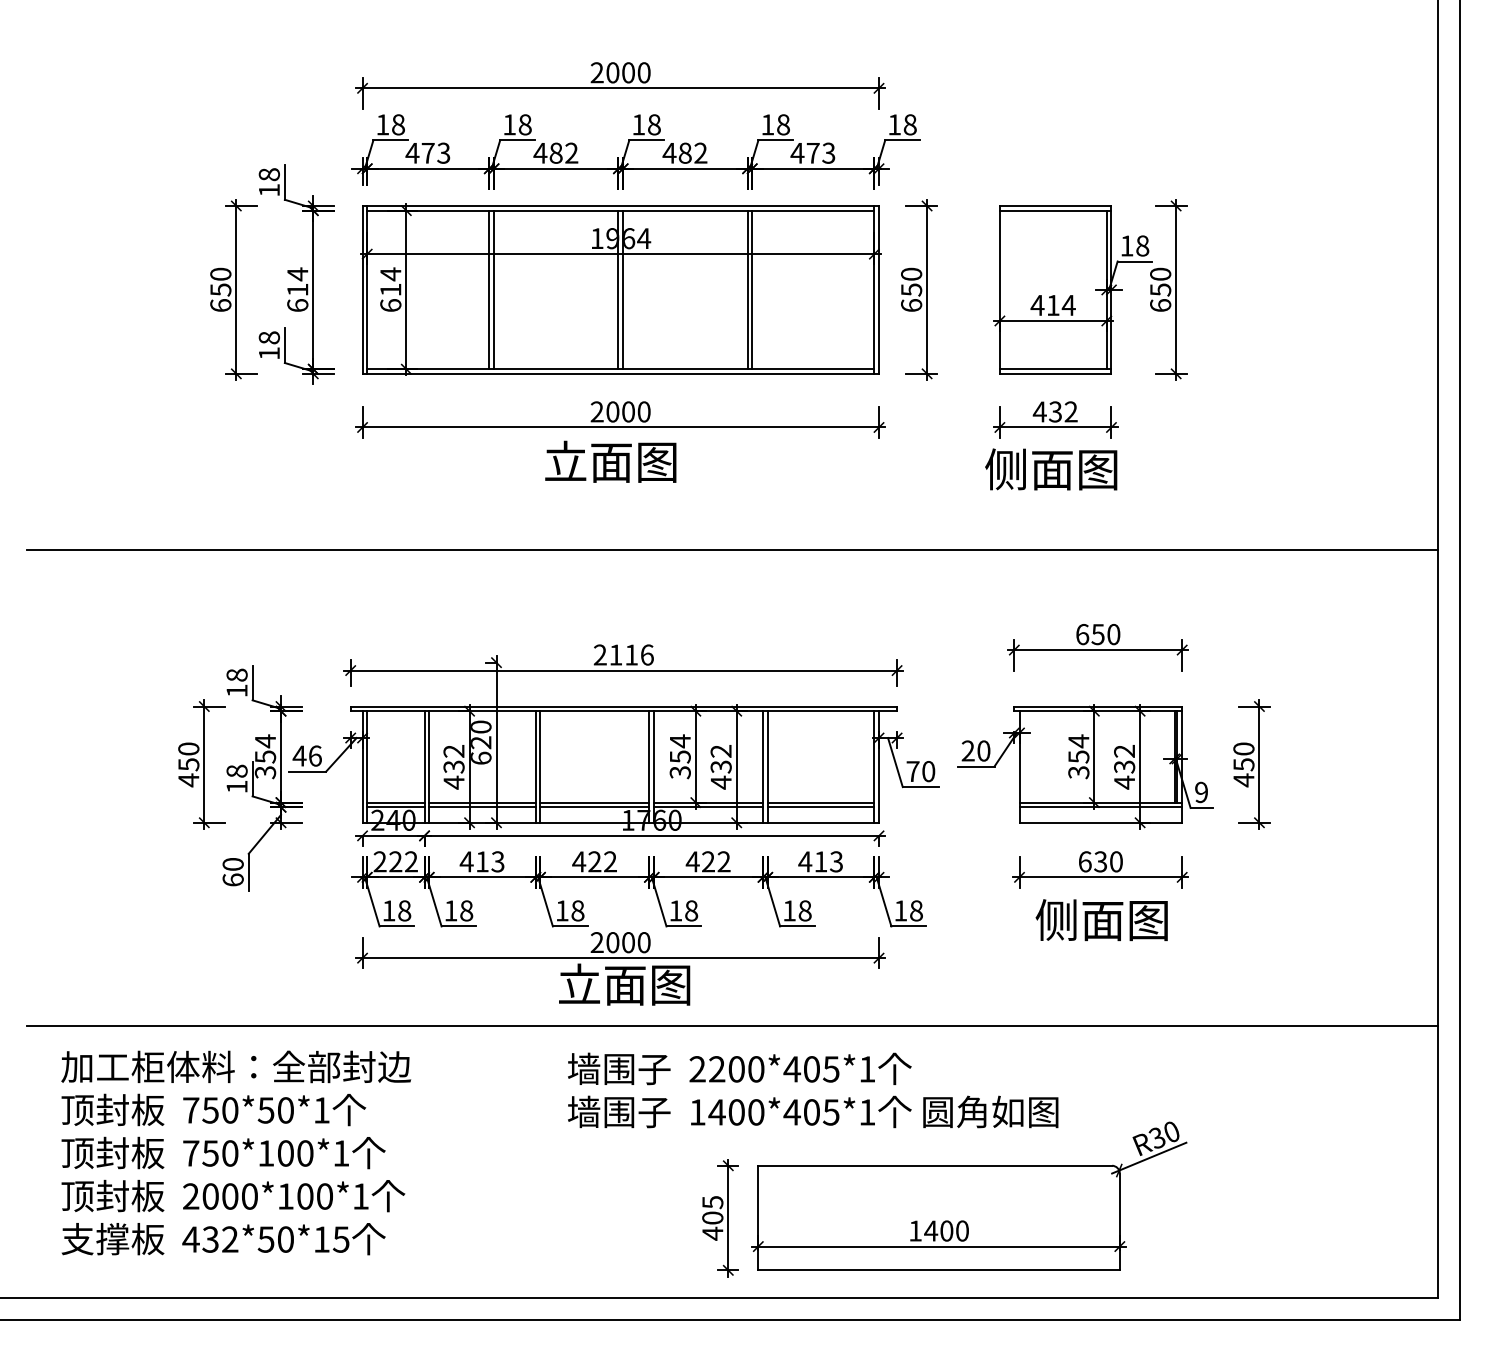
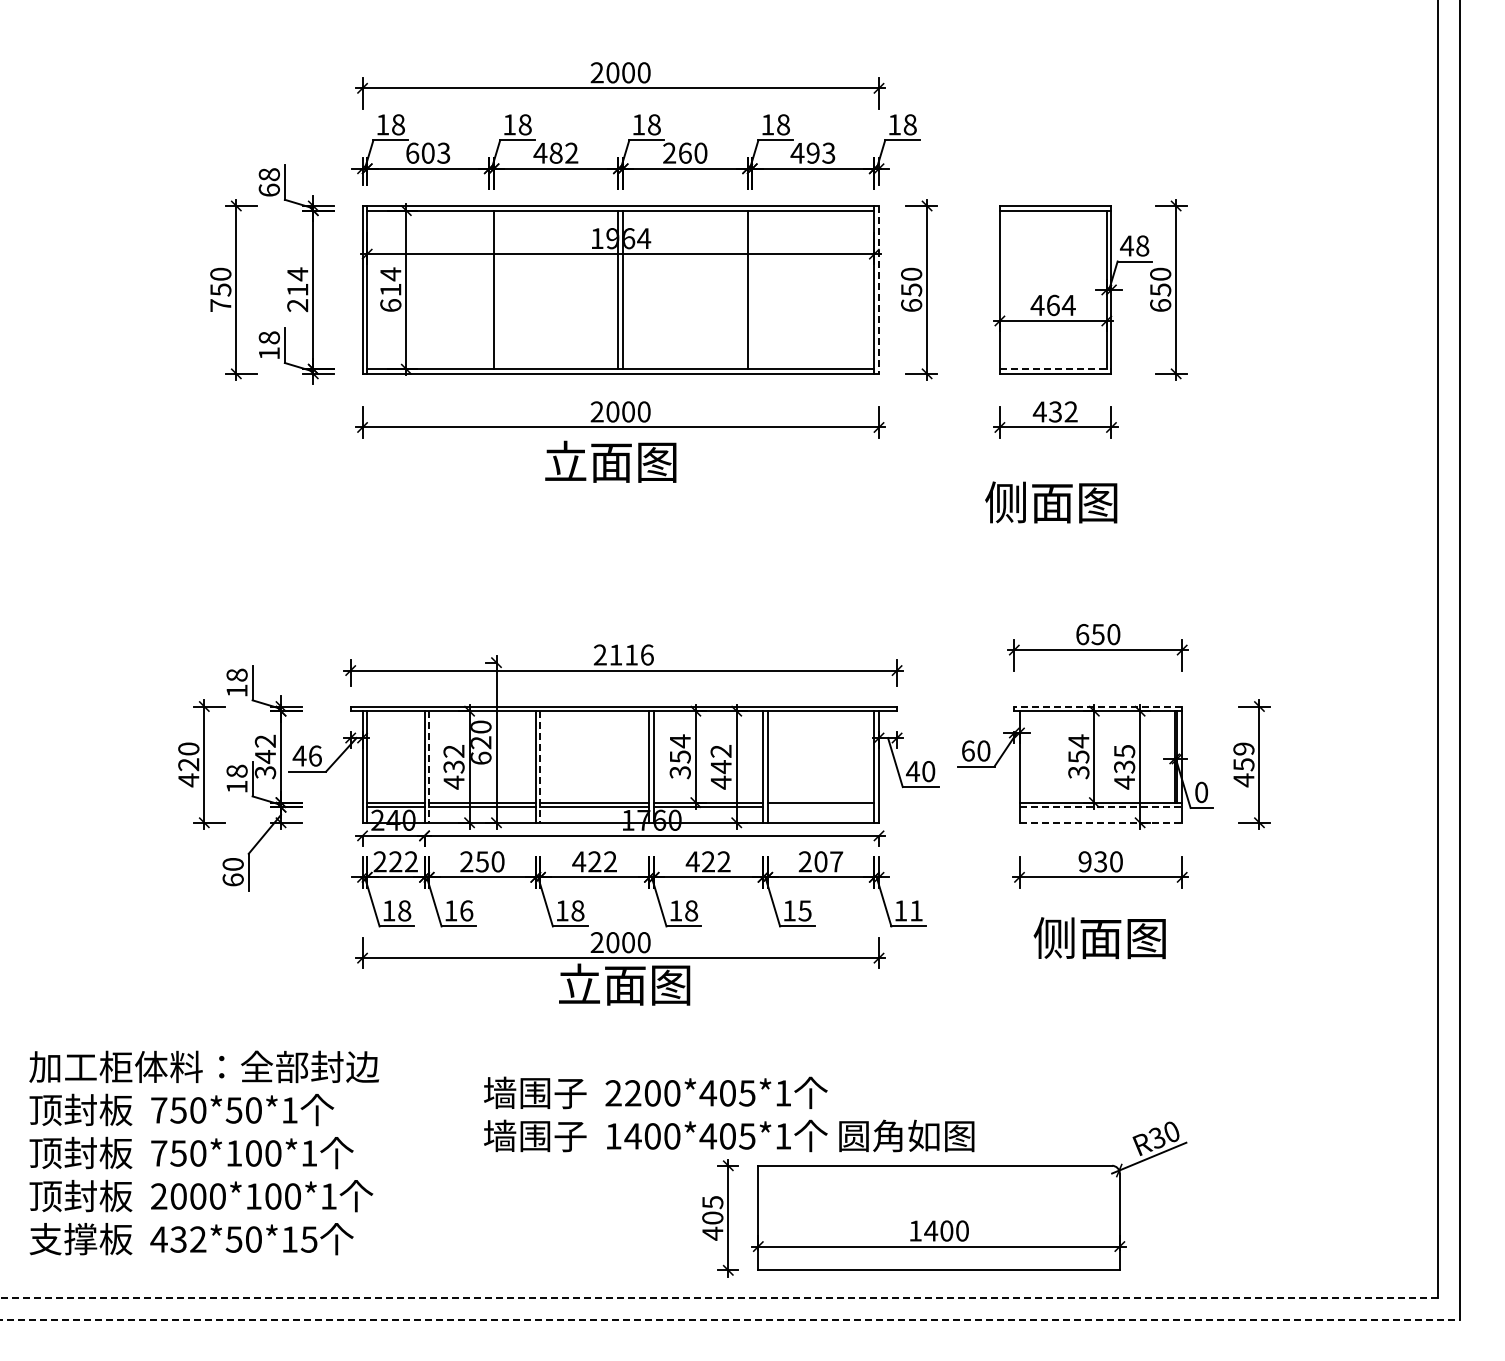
text at (419, 152): 473 -> 603
text at (684, 152): 482 -> 260
text at (812, 152): 473 -> 493
text at (268, 189): 18 -> 68
text at (1127, 245): 18 -> 48
line at (489, 289): present -> none
line at (752, 289): present -> none
line at (879, 289): solid -> dashed
text at (220, 305): 650 -> 750
text at (297, 305): 614 -> 214
text at (1053, 305): 414 -> 464
line at (1055, 369): solid -> dashed
text at (1051, 469) position: (1051, 469) -> (1051, 502)
line at (732, 550): present -> none
line at (1098, 706): solid -> dashed
text at (1243, 748): 450 -> 459
text at (265, 749): 354 -> 342
text at (967, 750): 20 -> 60
text at (1124, 751): 432 -> 435
text at (188, 764): 450 -> 420
line at (429, 766): solid -> dashed
line at (540, 766): solid -> dashed
text at (720, 767): 432 -> 442
text at (912, 771): 70 -> 40
text at (1201, 792): 9 -> 0
line at (820, 807): present -> none
line at (1101, 807): solid -> dashed
line at (1101, 822): solid -> dashed
text at (481, 861): 413 -> 250
text at (820, 861): 413 -> 207
text at (1084, 861): 630 -> 930
text at (466, 910): 18 -> 16
text at (804, 910): 18 -> 15
text at (916, 910): 18 -> 11
text at (1101, 919) position: (1101, 919) -> (1099, 937)
line at (732, 1025): present -> none
text at (813, 1090) position: (813, 1090) -> (729, 1114)
text at (236, 1152) position: (236, 1152) -> (204, 1152)
line at (719, 1298): solid -> dashed
line at (730, 1319): solid -> dashed
